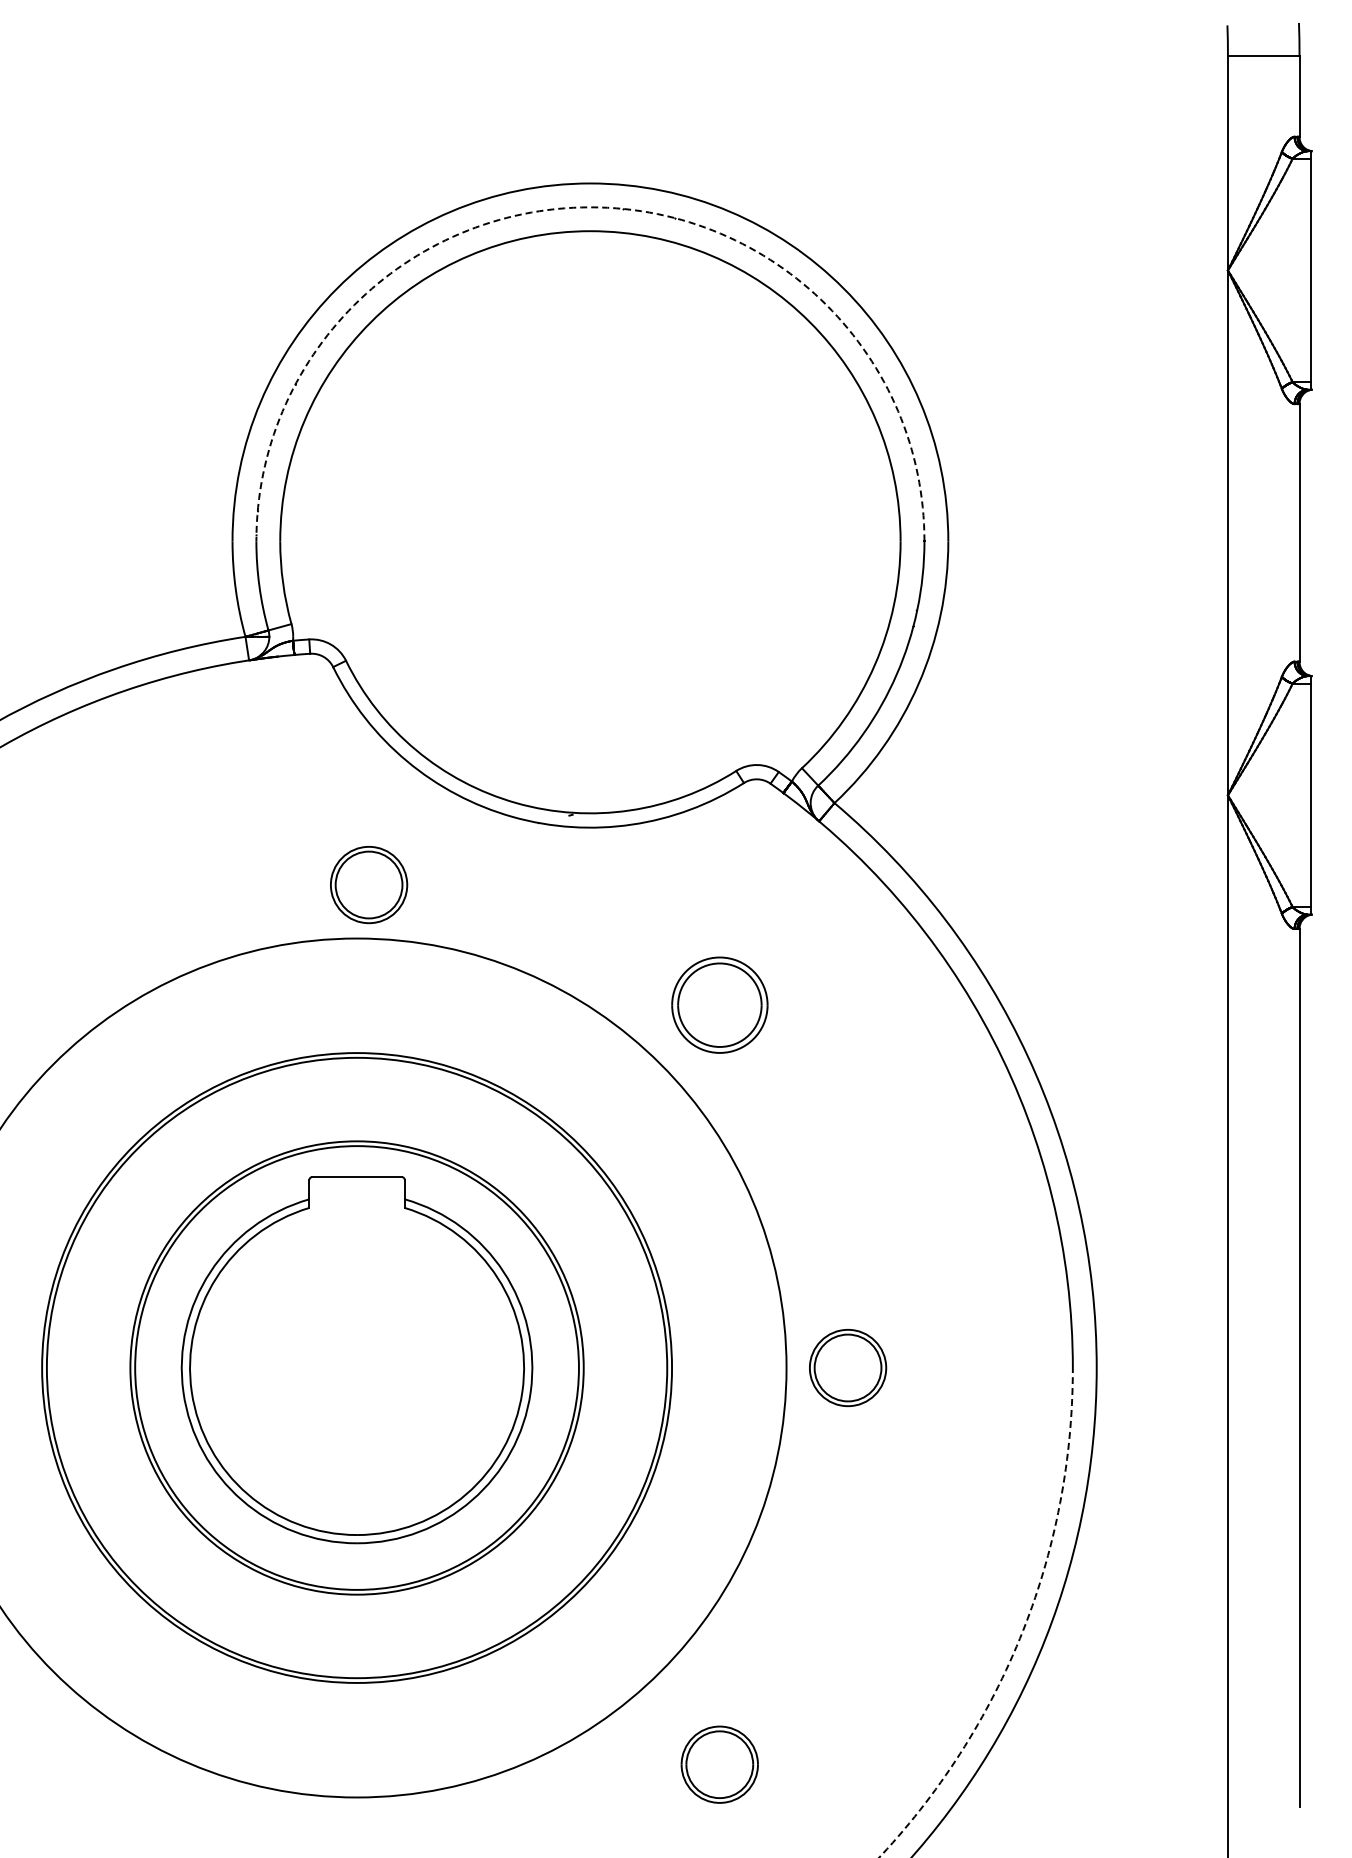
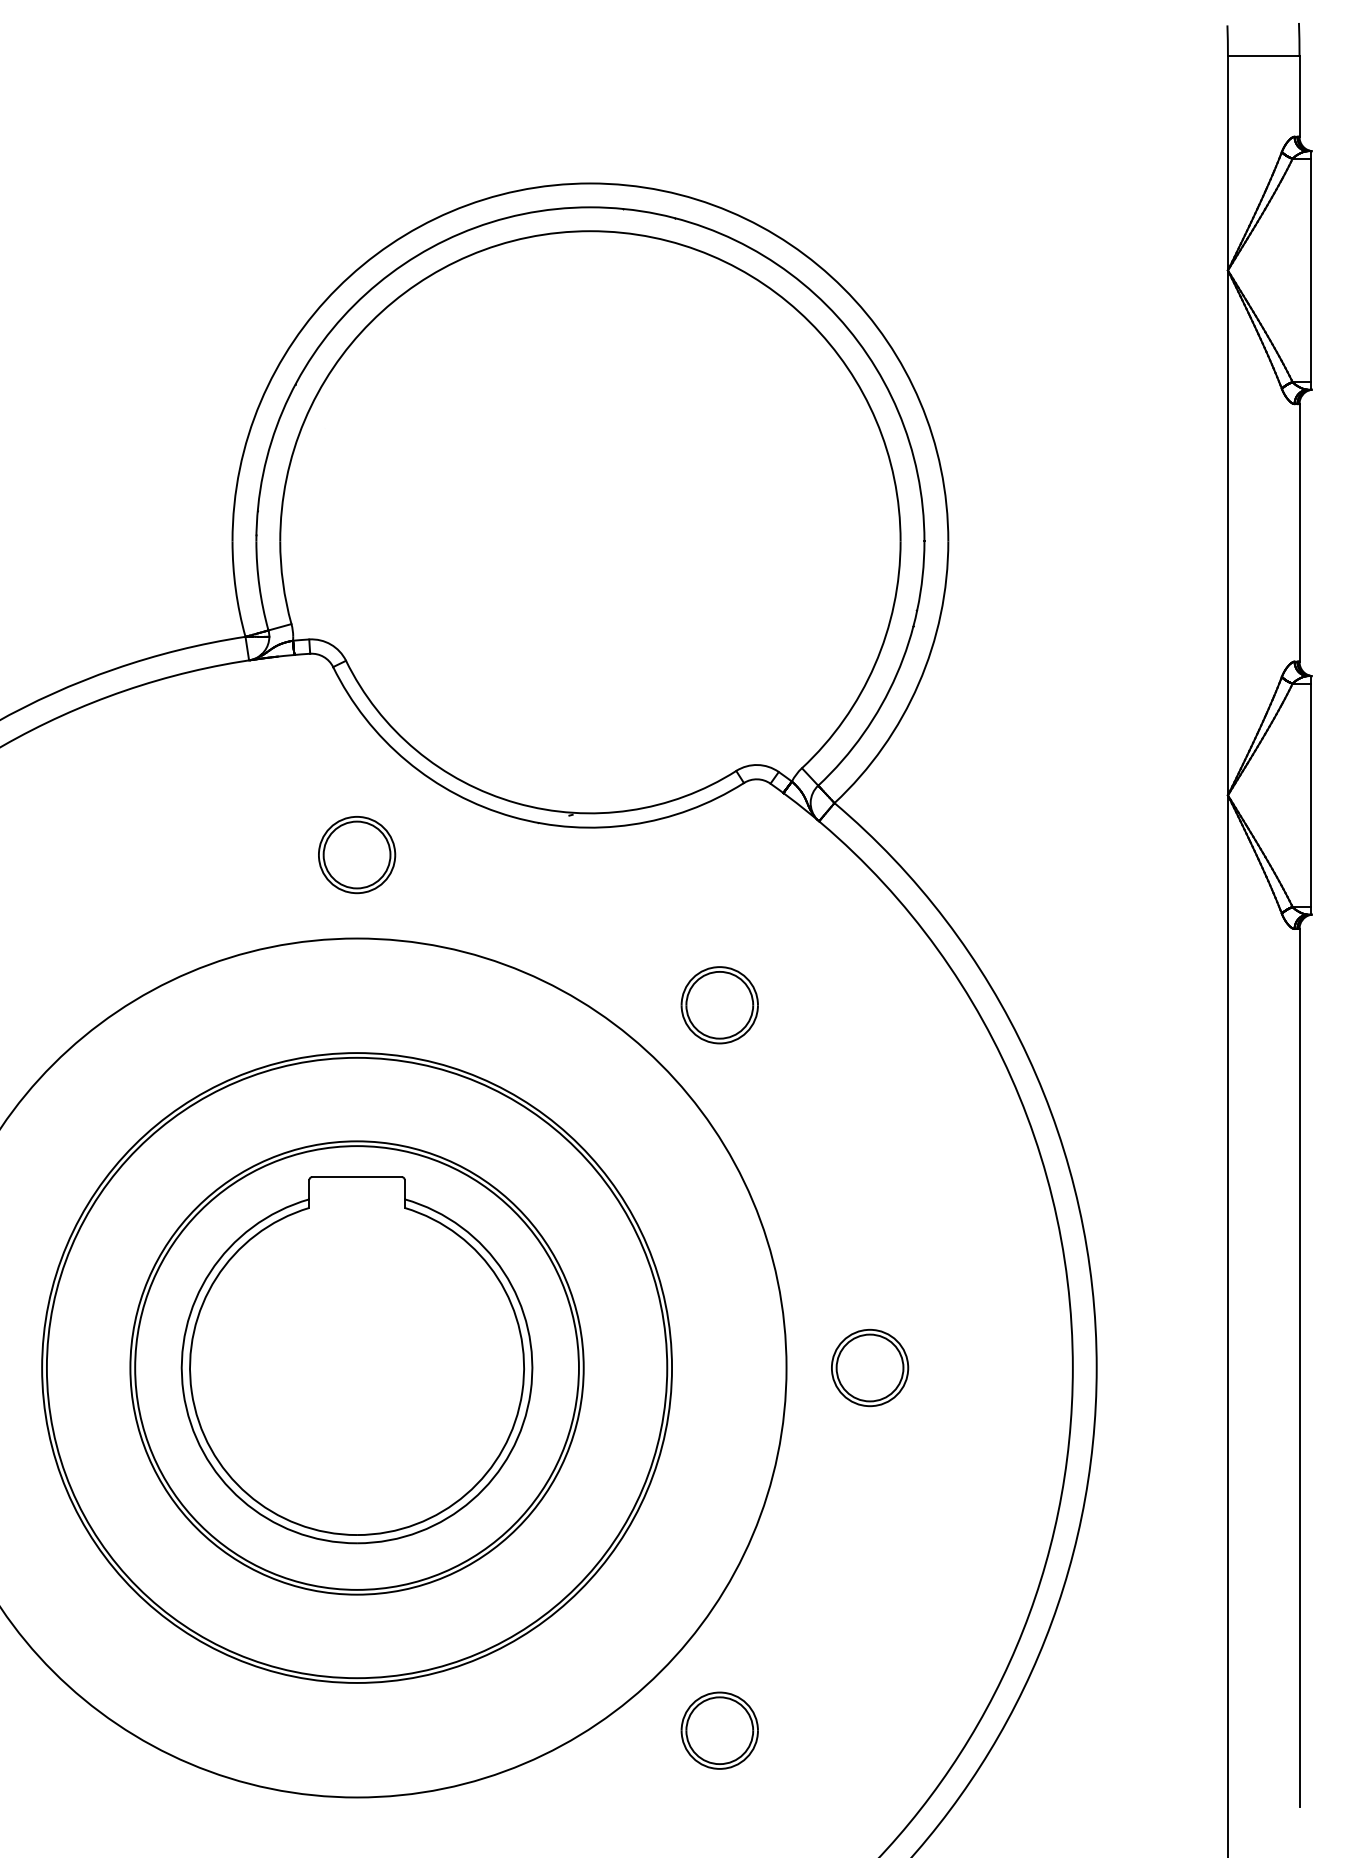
arc at (590, 207): dashed -> solid
part at (369, 885) position: (369, 885) -> (357, 855)
part at (719, 1004) size: 98x98 px -> 79x79 px
part at (848, 1368) position: (848, 1368) -> (870, 1368)
arc at (1022, 1633): dashed -> solid
part at (719, 1764) position: (719, 1764) -> (719, 1730)
